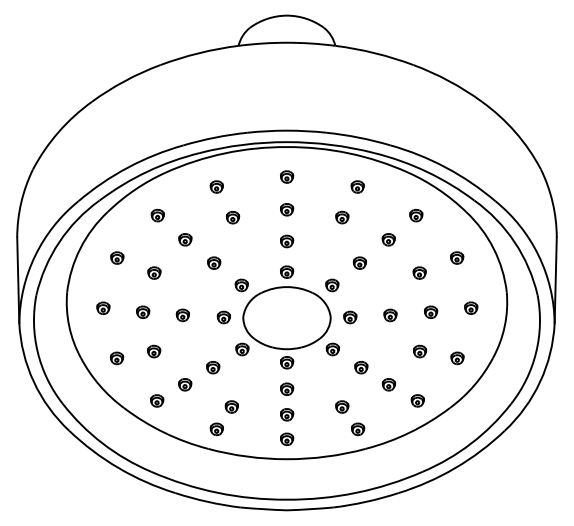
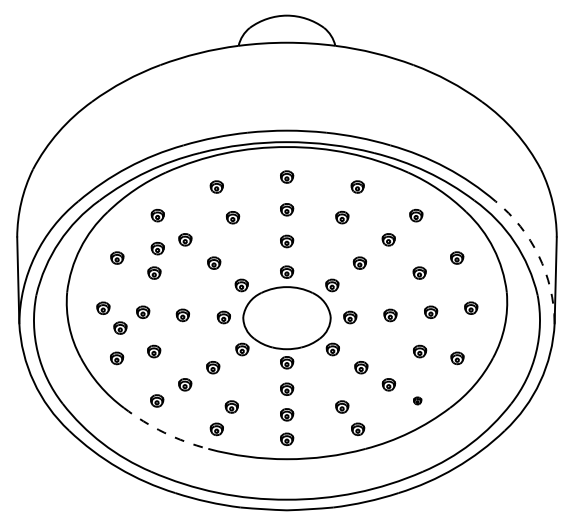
part at (157, 248): none -> present
arc at (538, 255): solid -> dashed
part at (120, 327): none -> present
part at (417, 400) size: 15x14 px -> 10x10 px
arc at (164, 432): solid -> dashed
